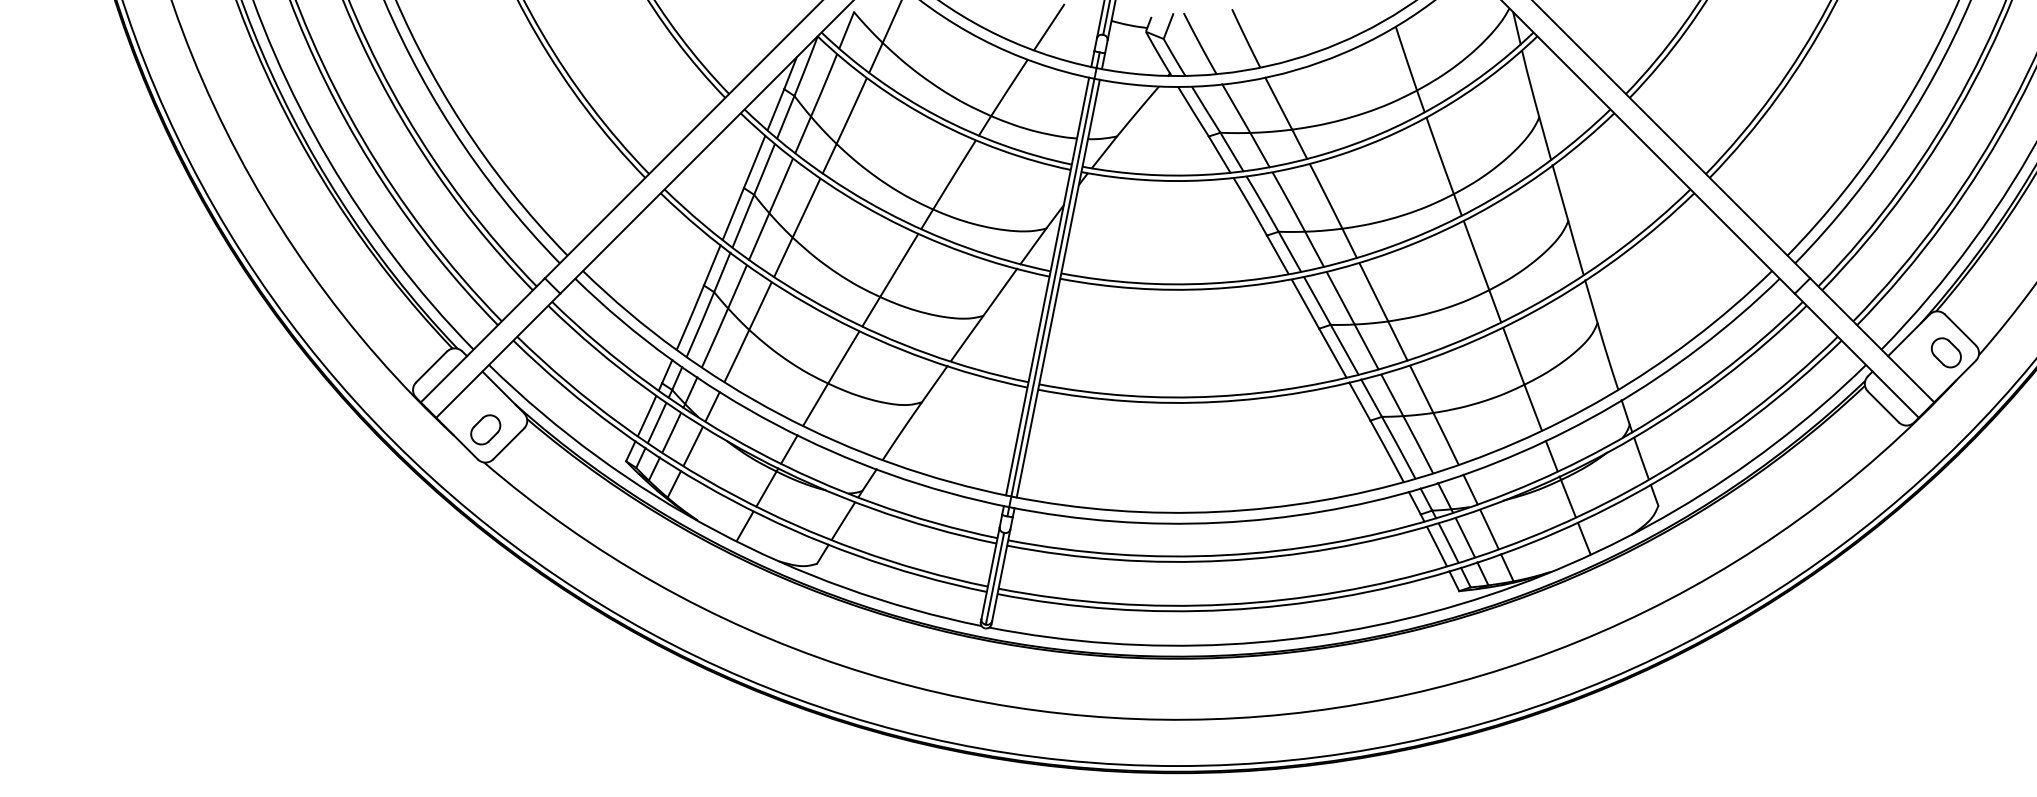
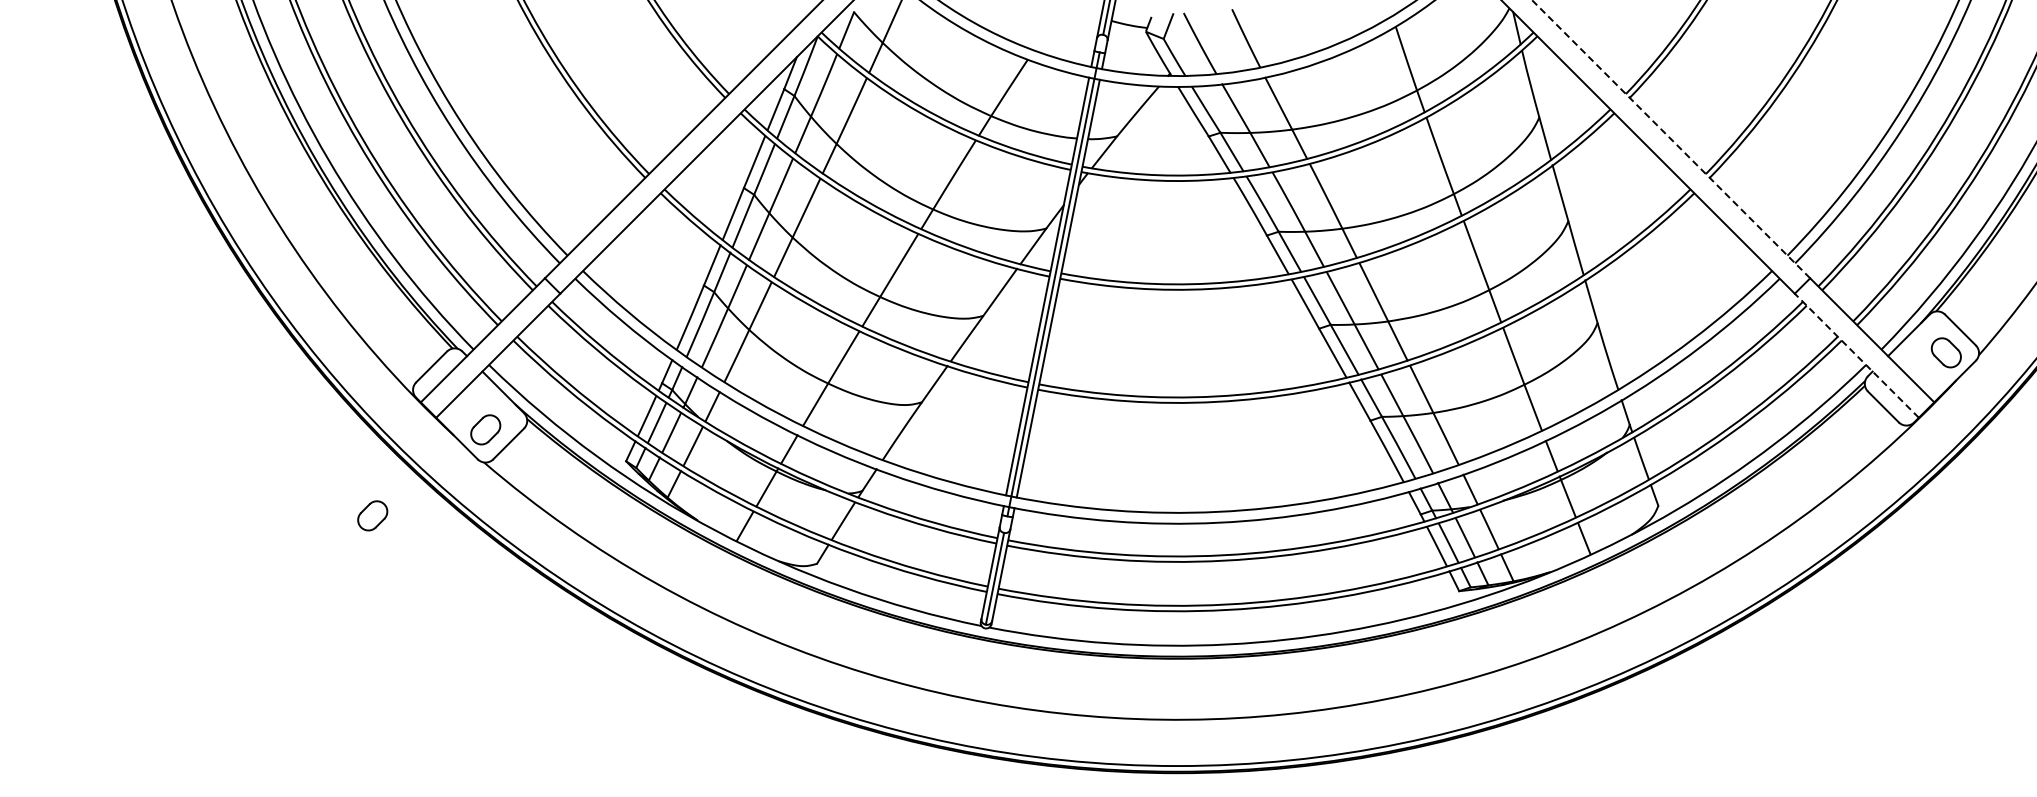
line at (1049, 27): present -> none
line at (1671, 139): solid -> dashed
line at (1856, 355): solid -> dashed
part at (372, 515): none -> present
